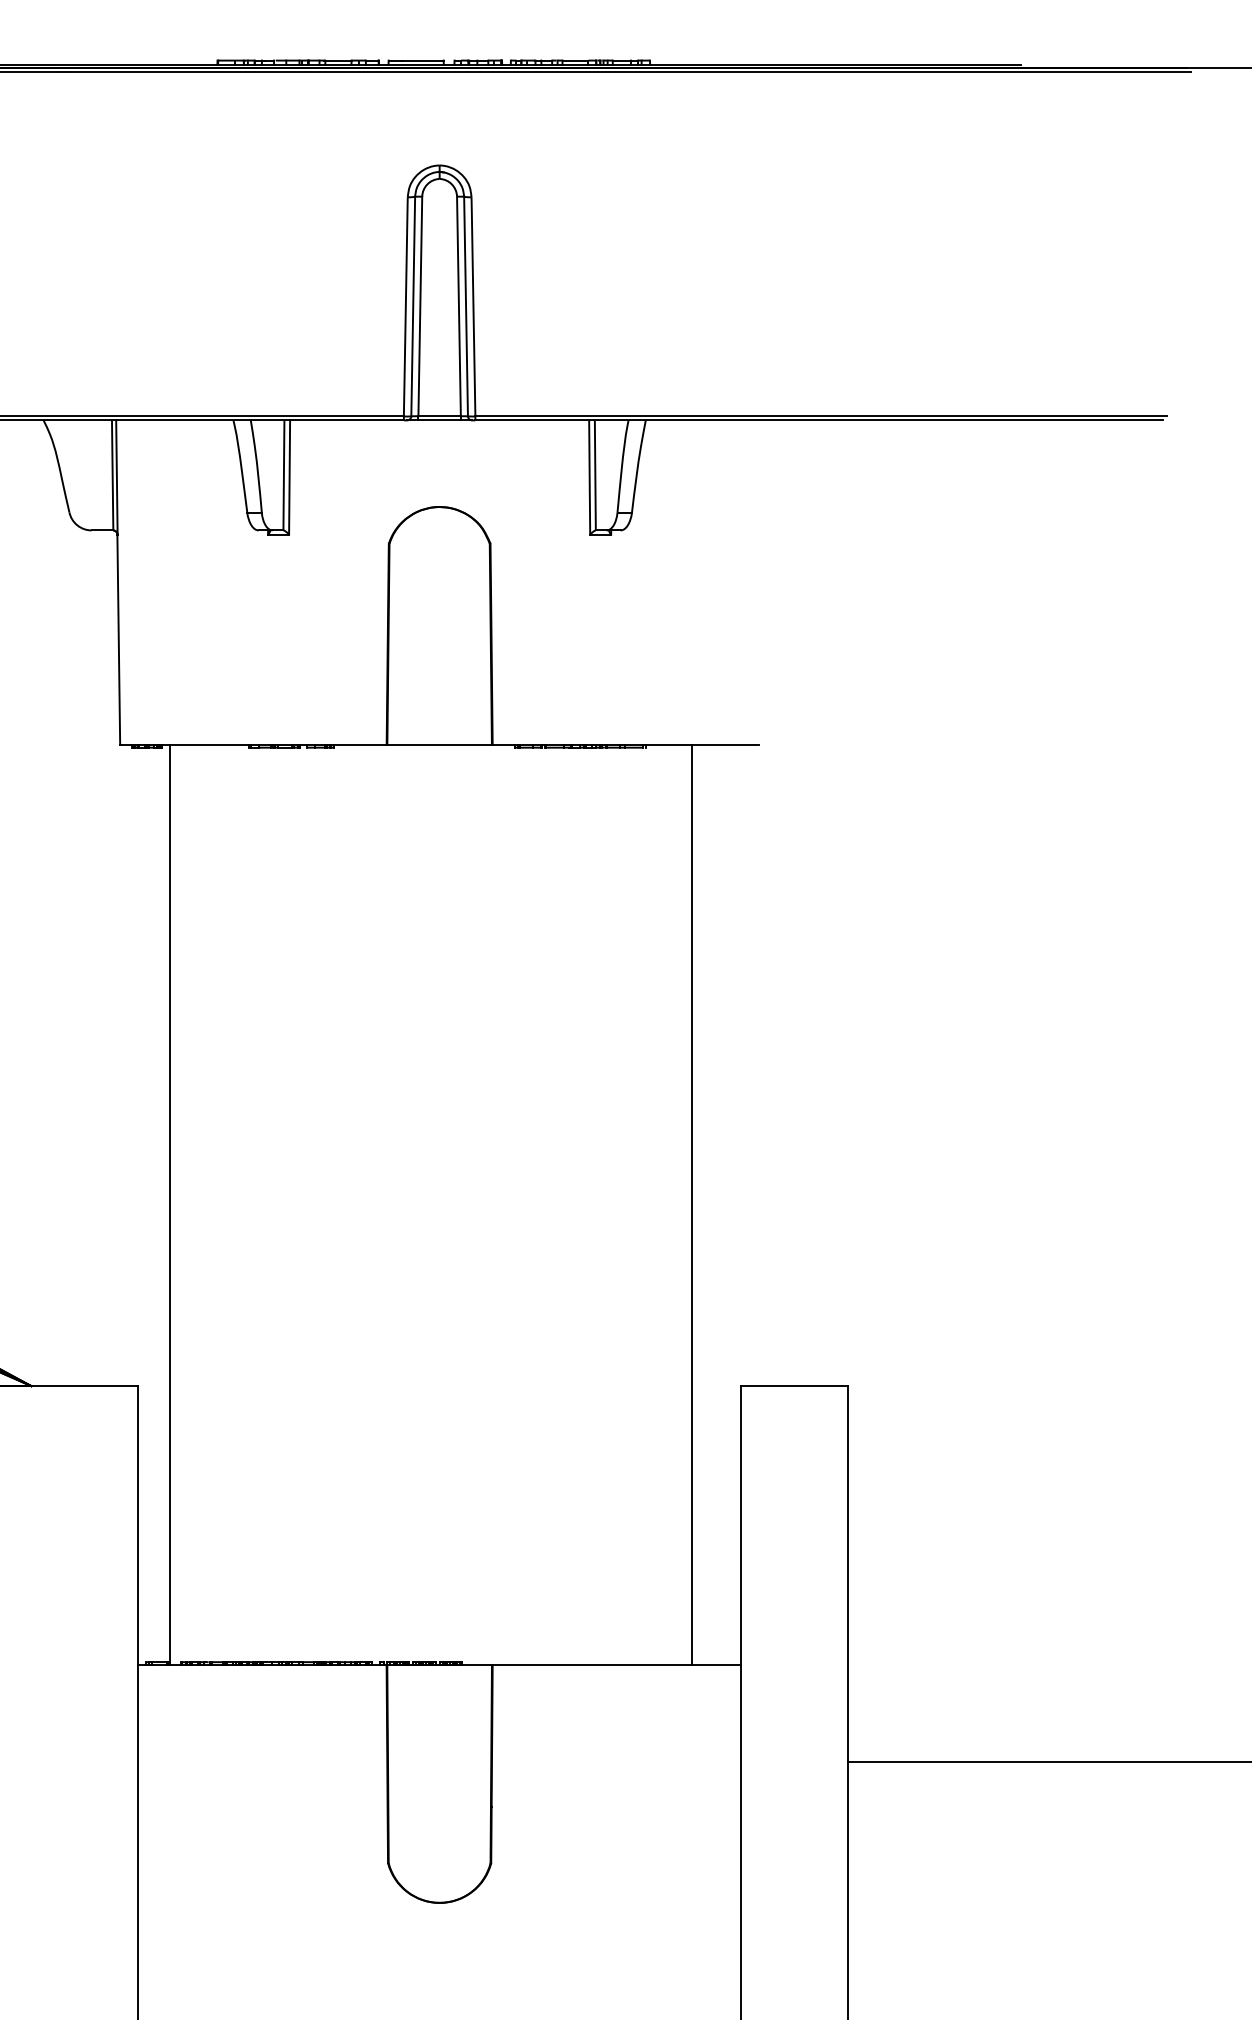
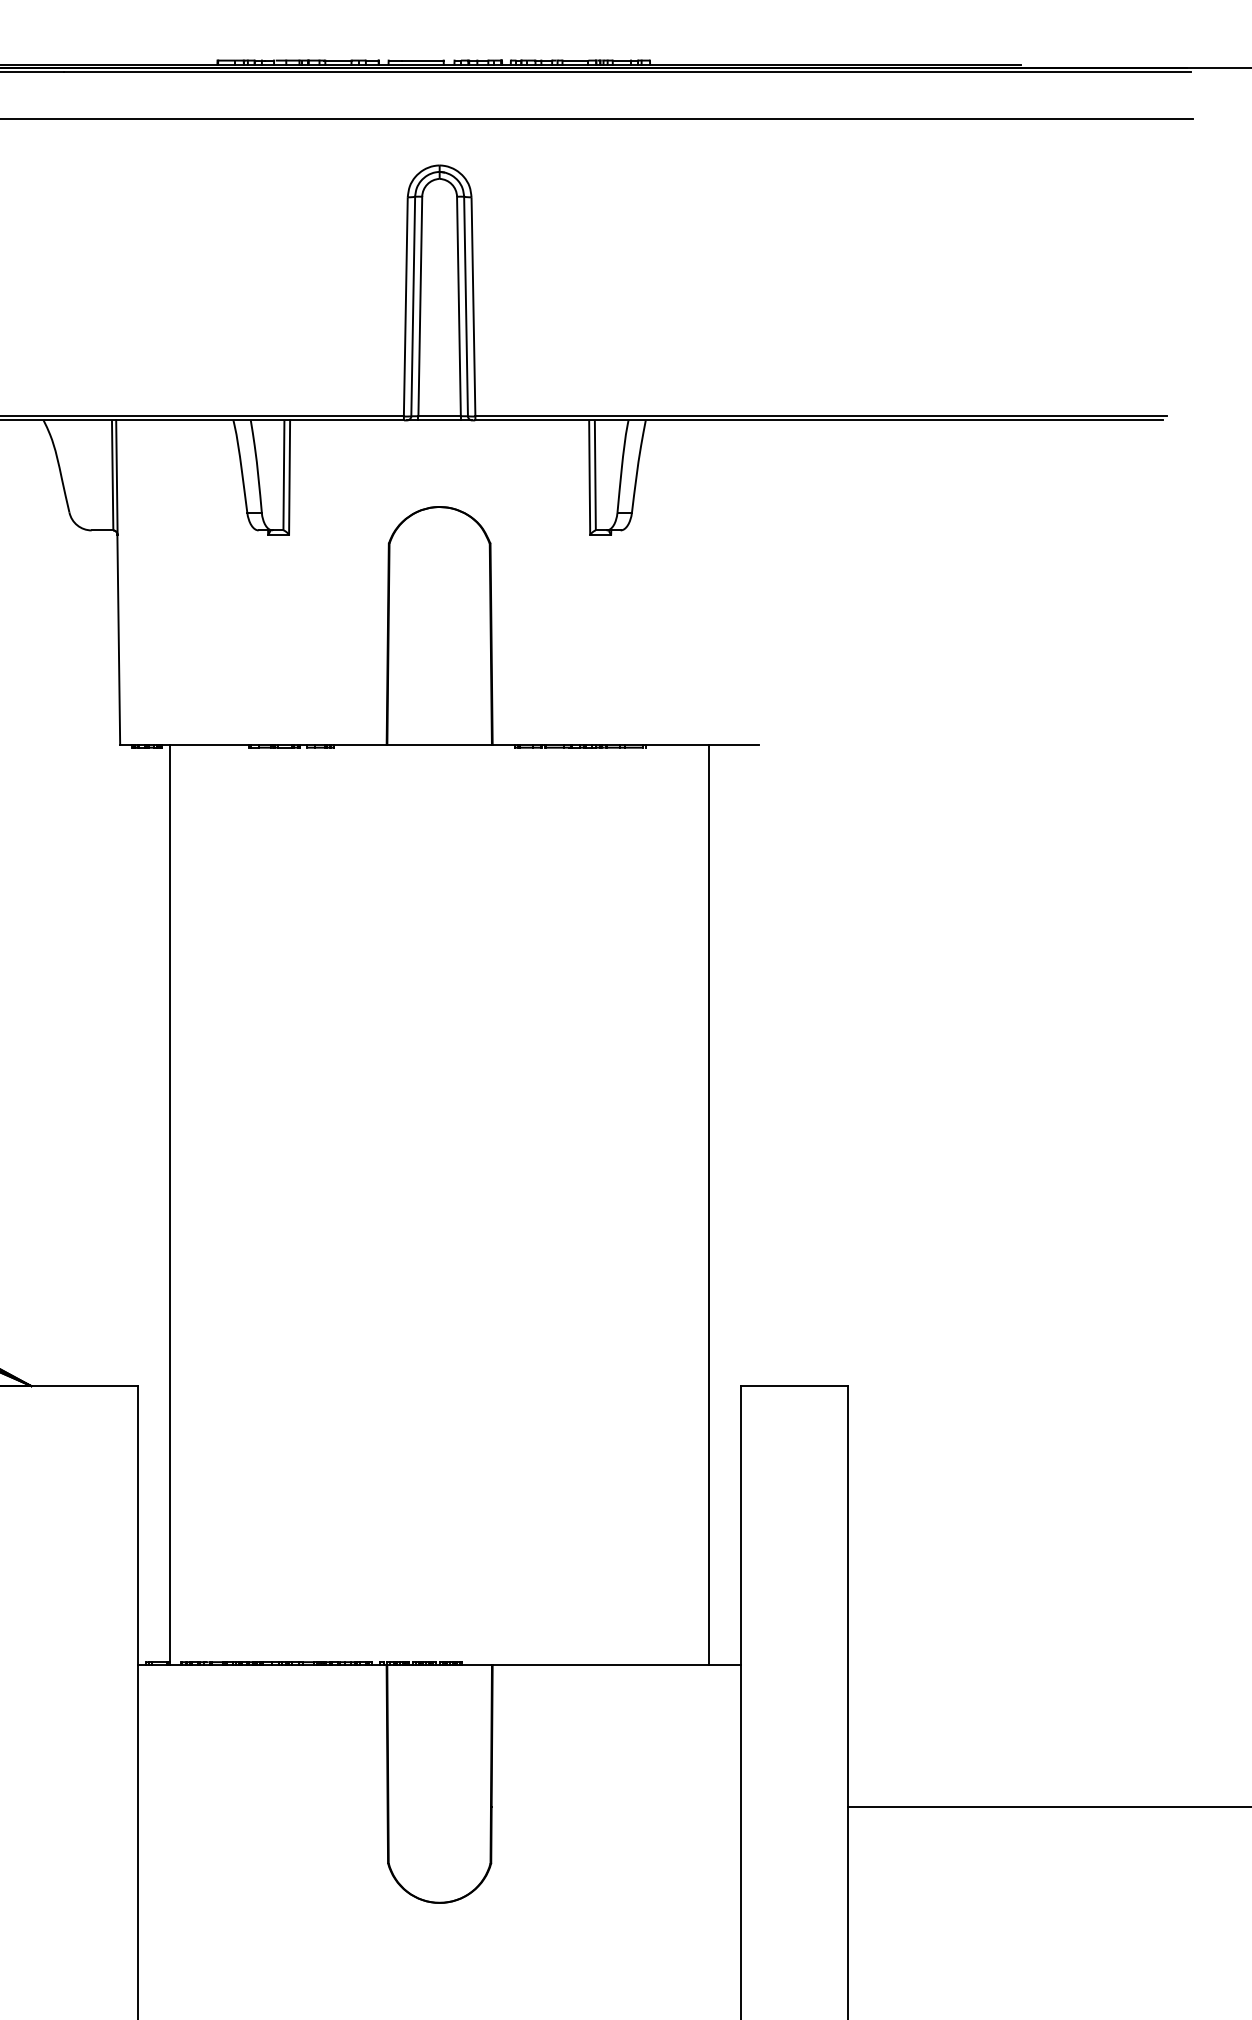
line at (597, 118): none -> present
line at (692, 1204) position: (692, 1204) -> (709, 1204)
line at (1047, 1761) position: (1047, 1761) -> (1047, 1806)
